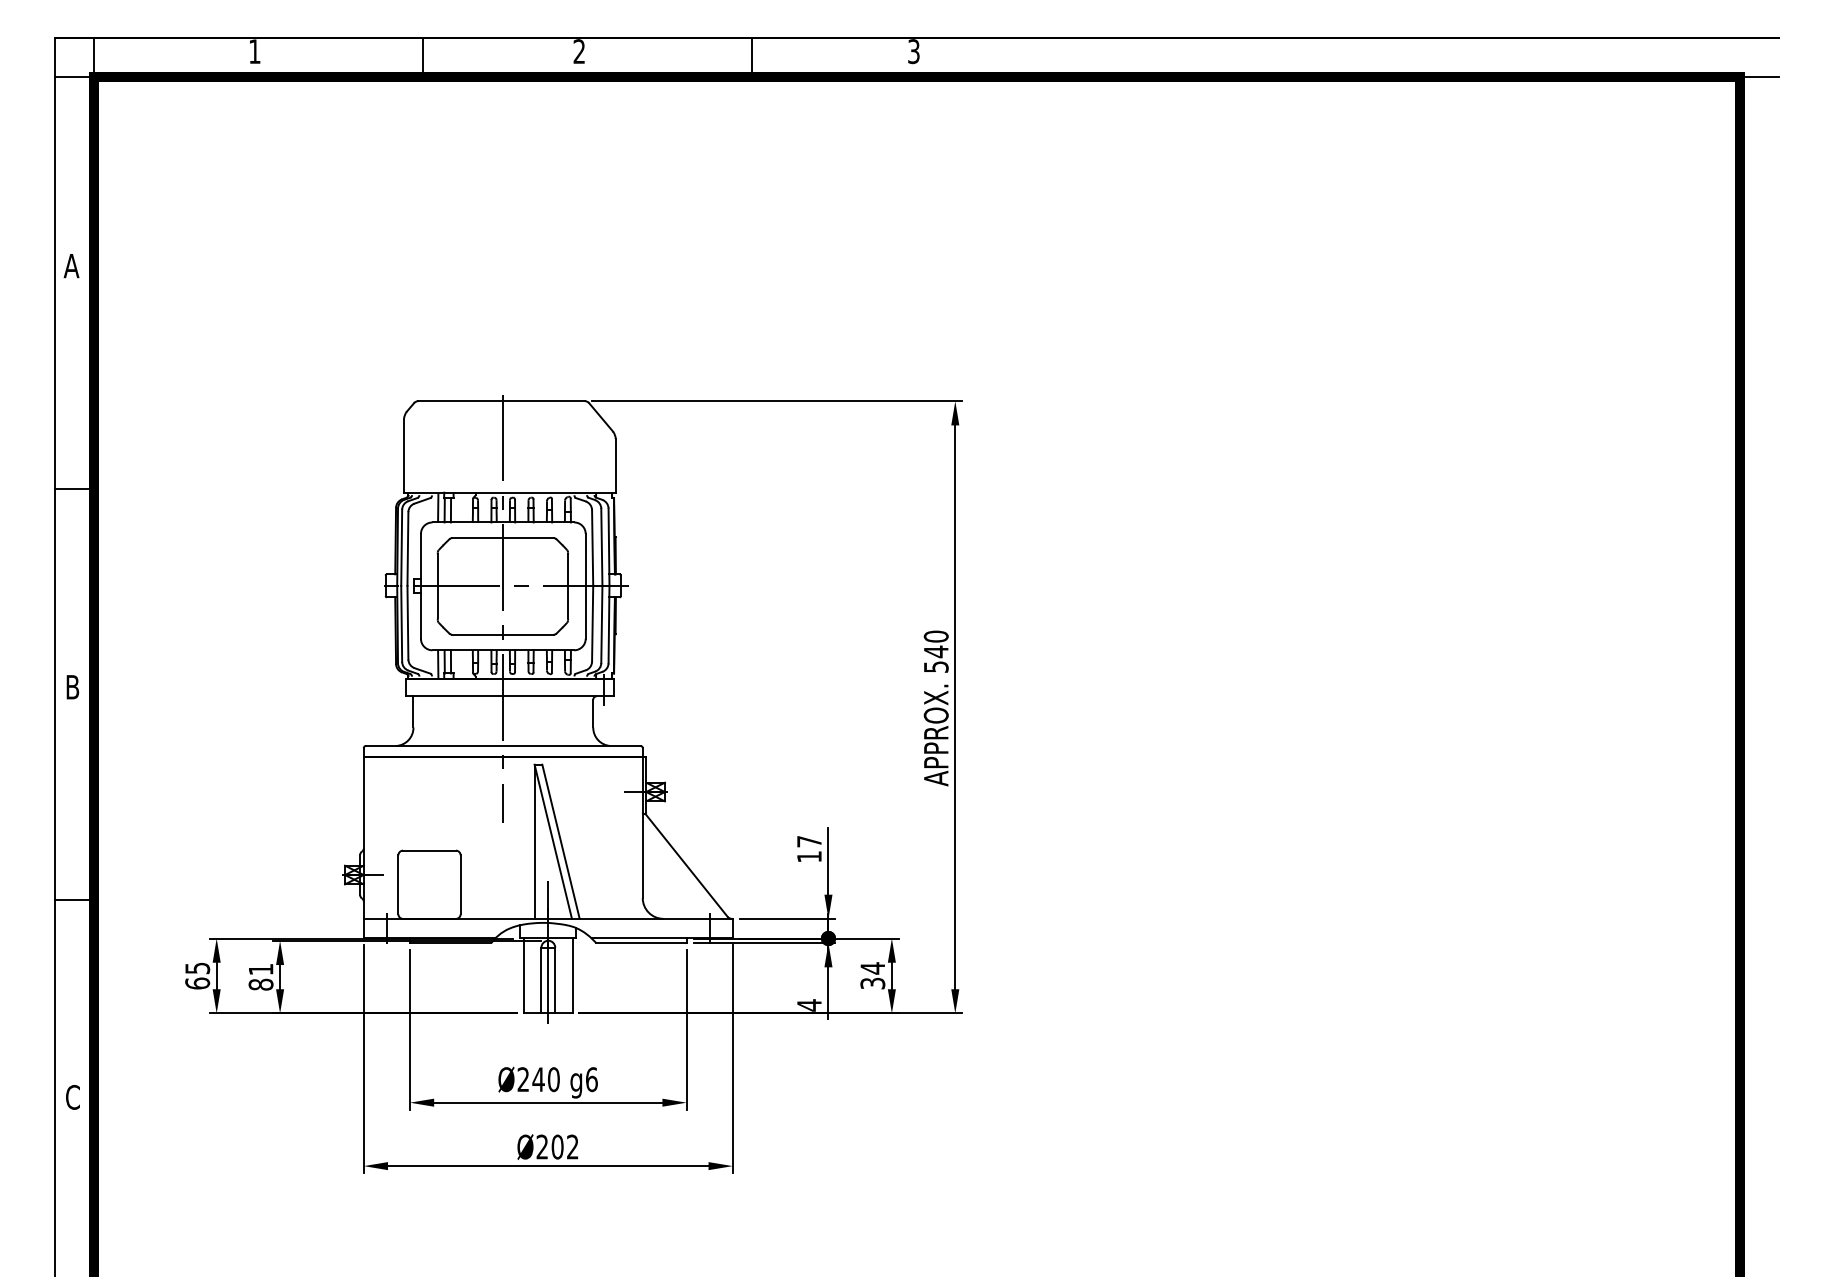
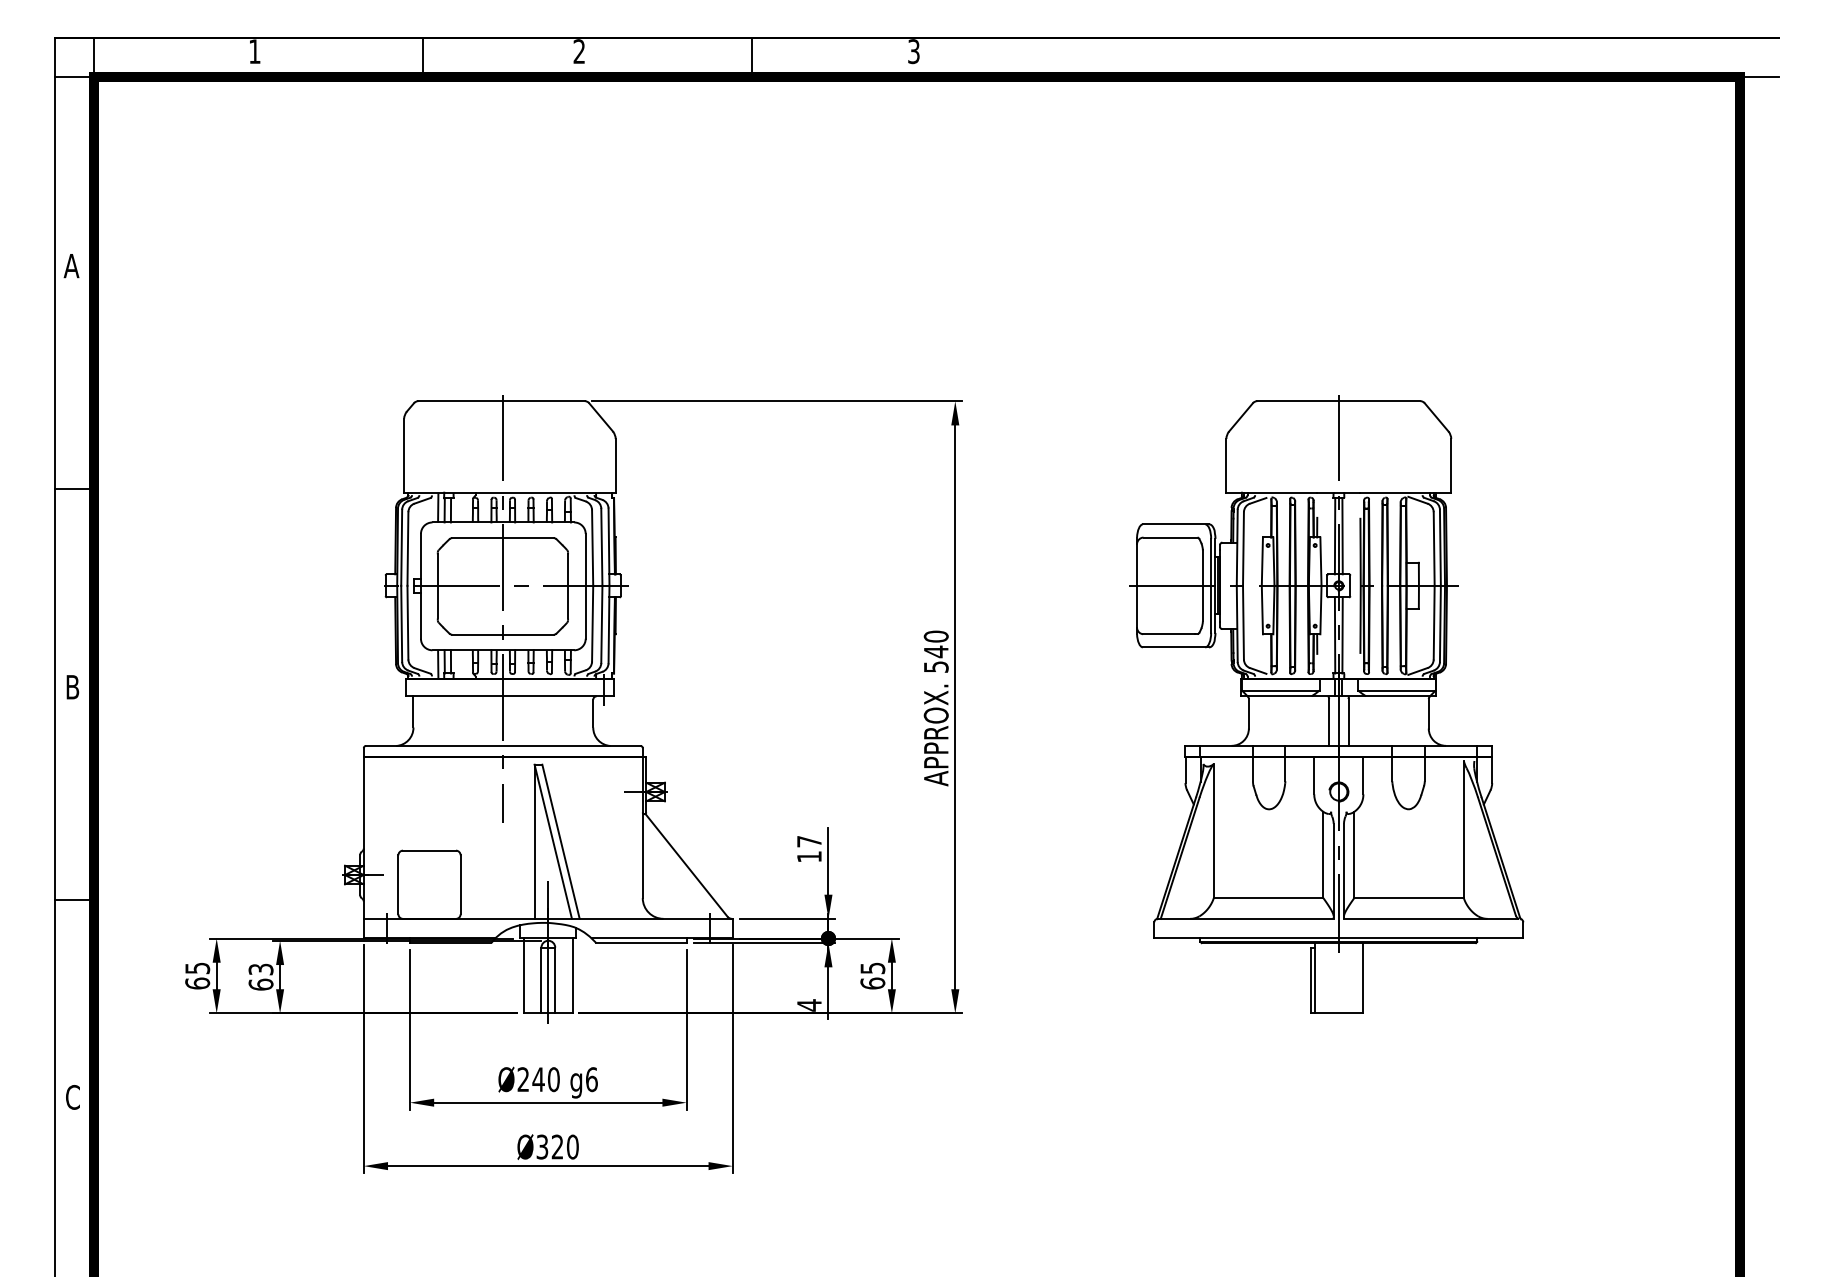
part at (1326, 704): none -> present
text at (872, 975): 34 -> 65
text at (260, 976): 81 -> 63
text at (557, 1146): Ø202 -> Ø320
